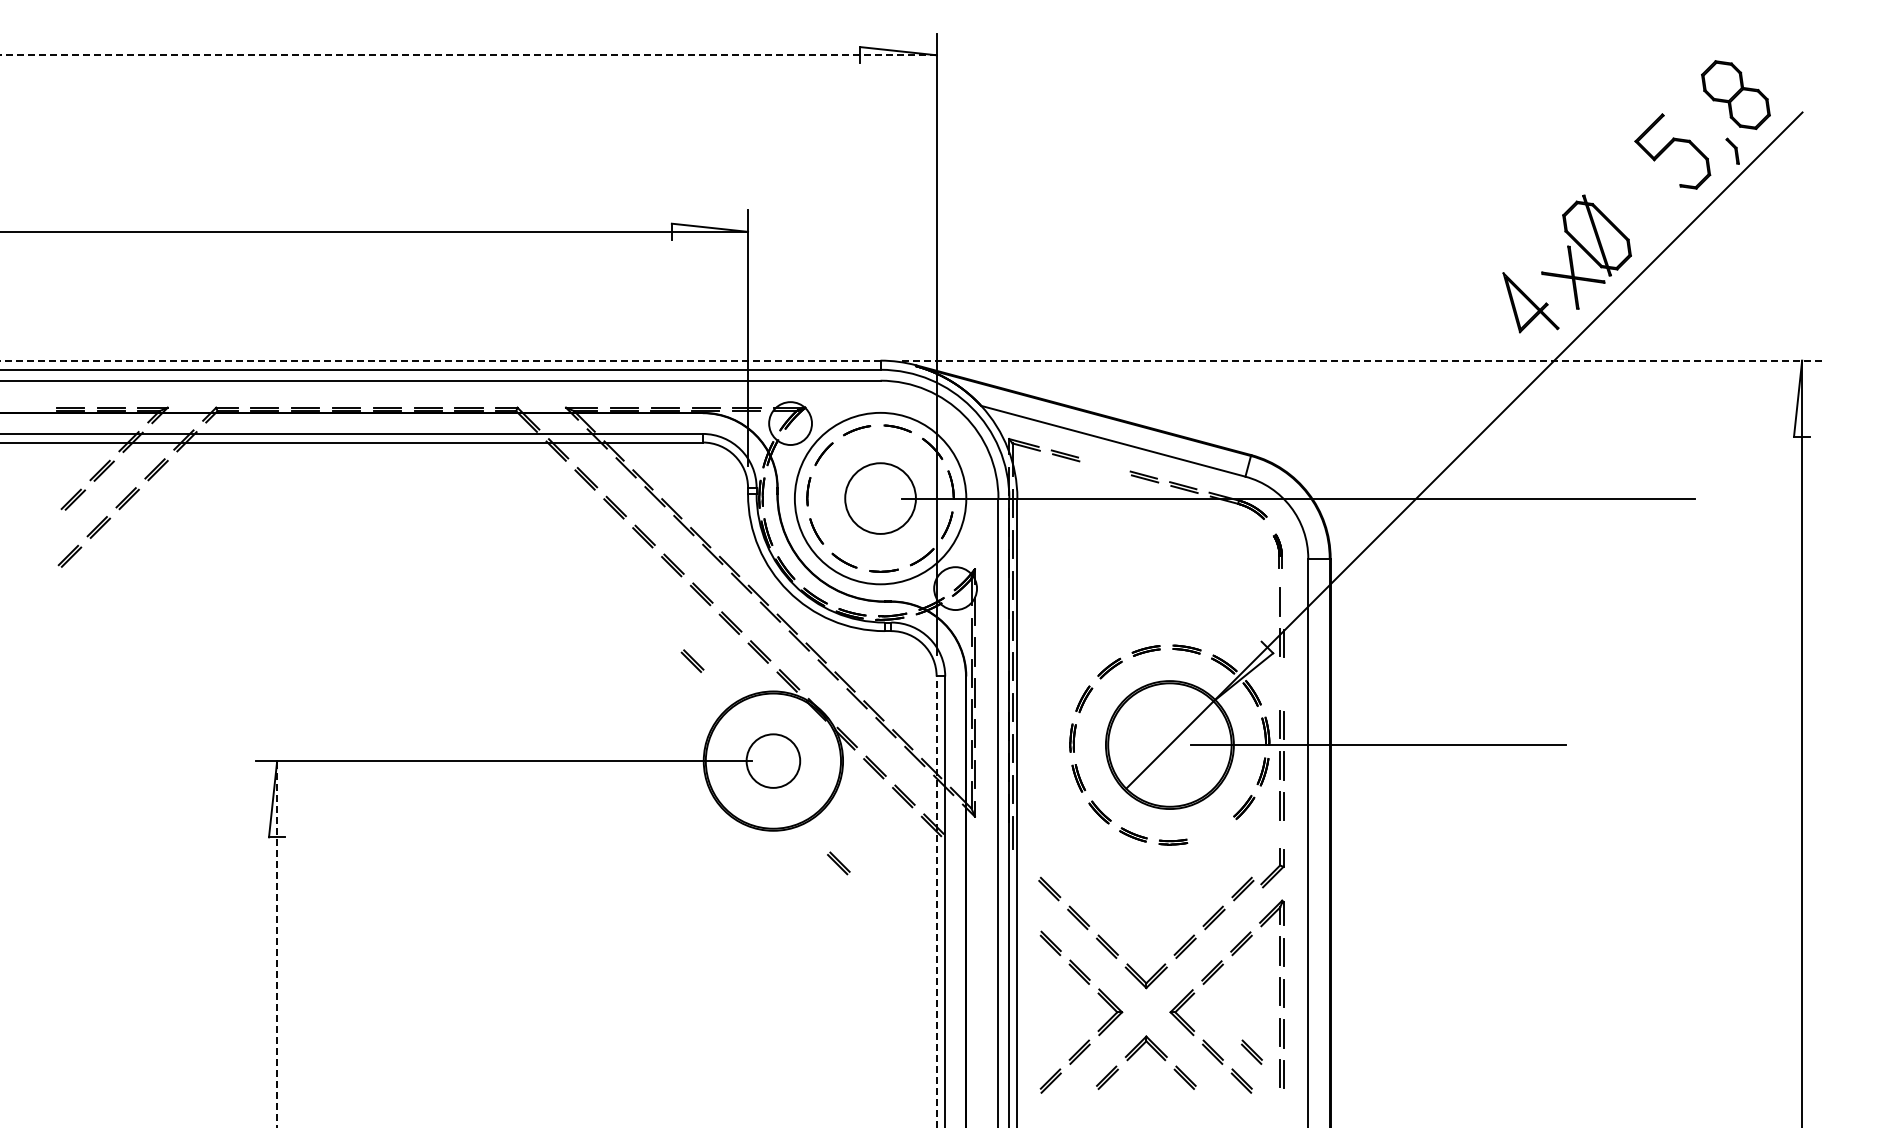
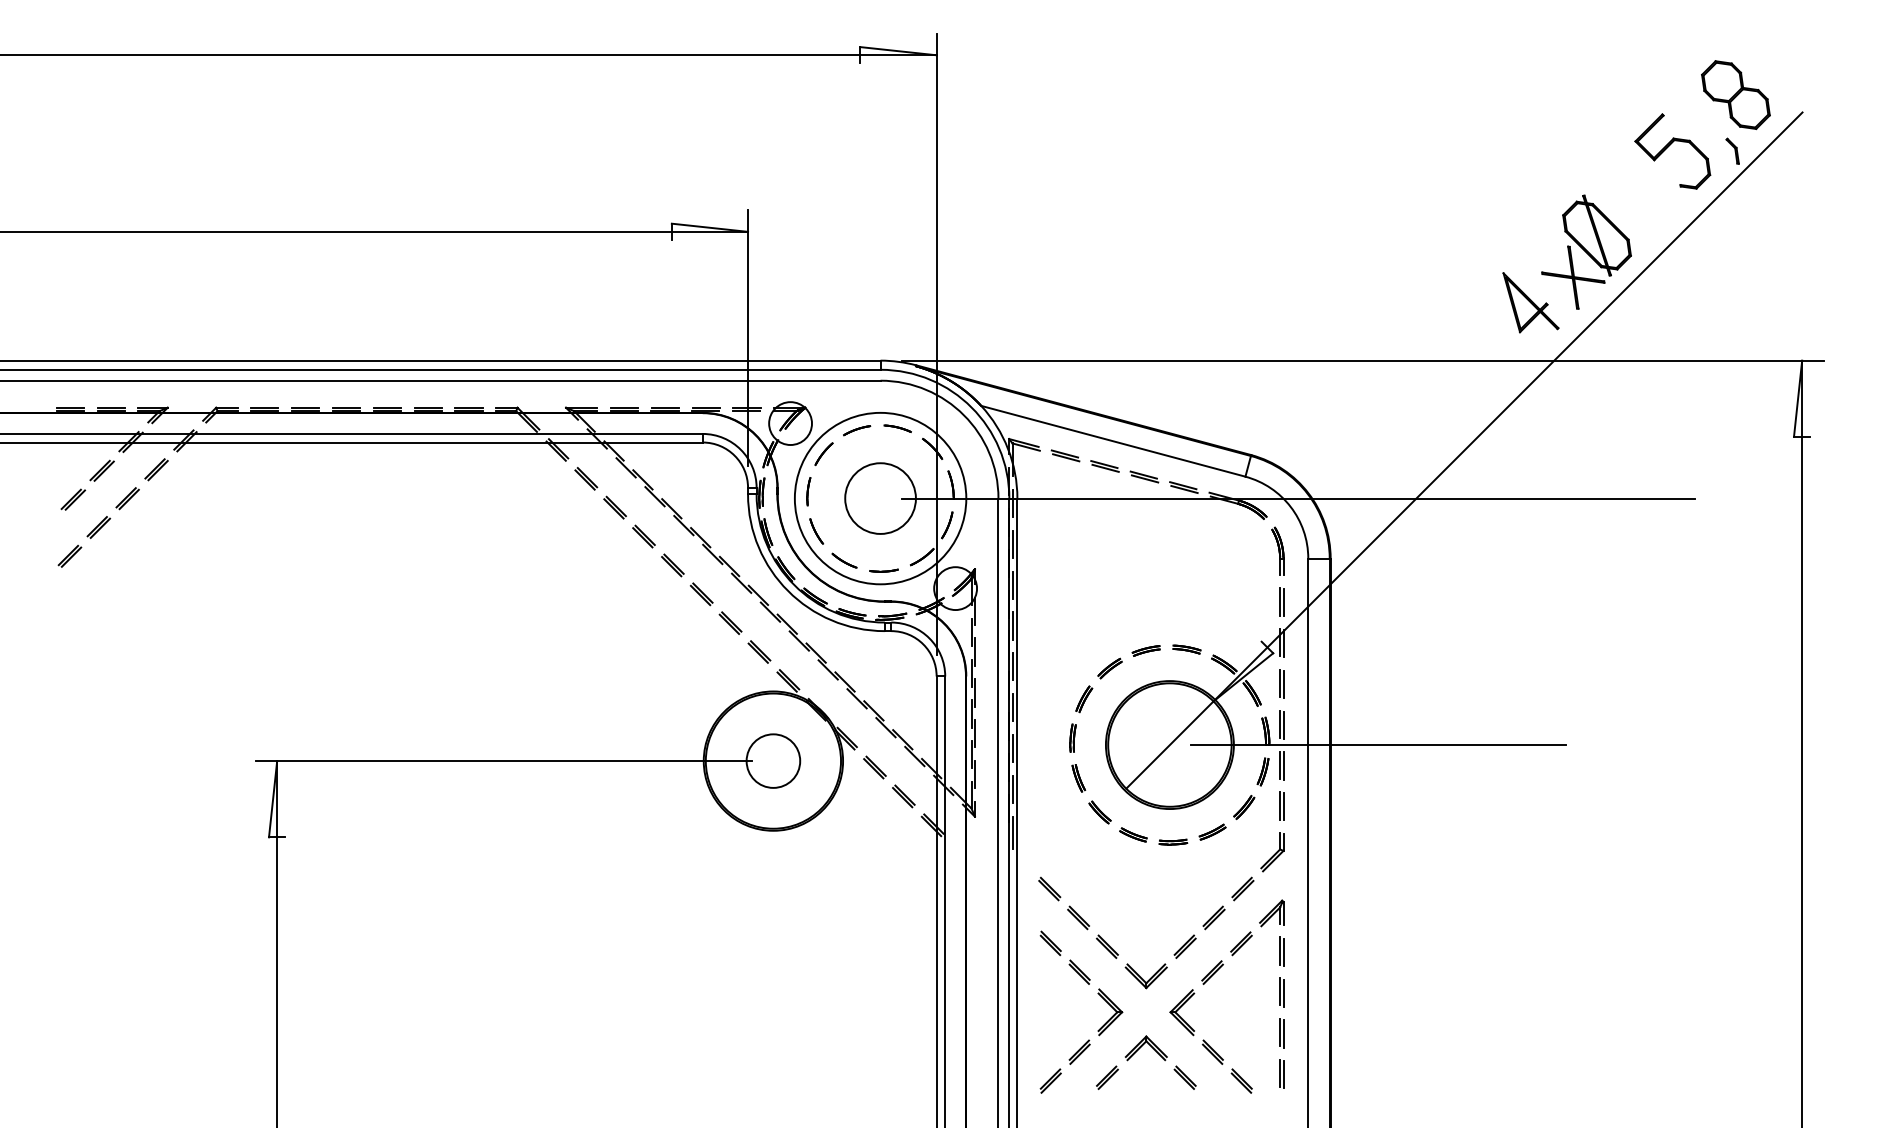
line at (468, 55): dashed -> solid
line at (440, 360): dashed -> solid
line at (1362, 360): dashed -> solid
part at (1104, 466): none -> present
part at (1277, 550) size: 10x36 px -> 14x50 px
line at (1283, 602): none -> present
part at (692, 660): present -> none
part at (1281, 683): none -> present
part at (1212, 831): none -> present
part at (838, 863): present -> none
part at (1272, 868) position: (1272, 868) -> (1272, 852)
line at (936, 901): dashed -> solid
line at (277, 944): dashed -> solid
part at (1251, 1051): present -> none
